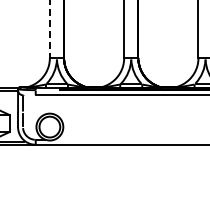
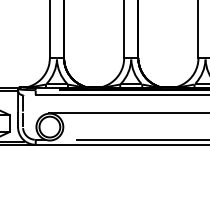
line at (49, 29): dashed -> solid
line at (127, 112): none -> present
line at (141, 139): none -> present
